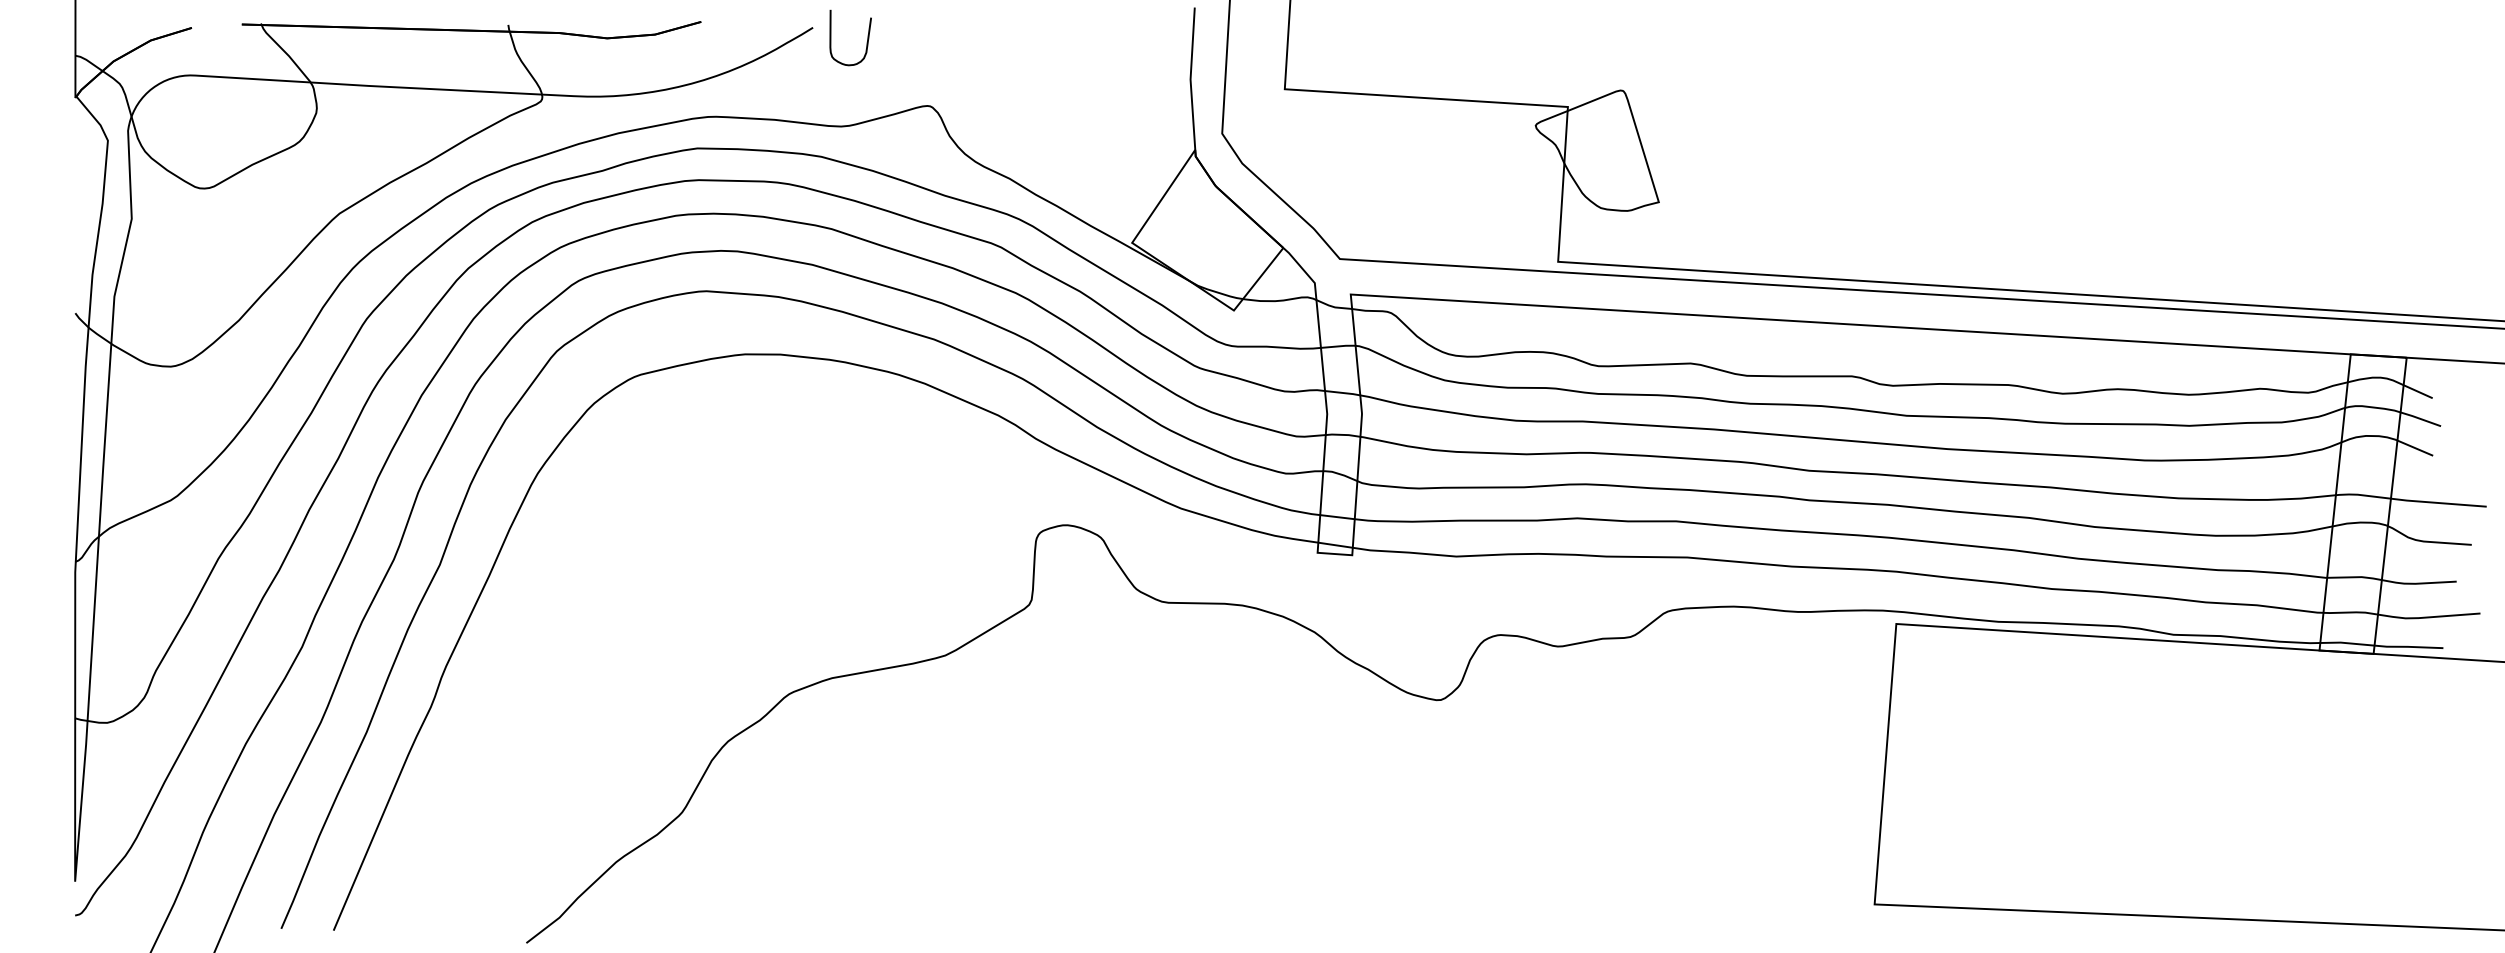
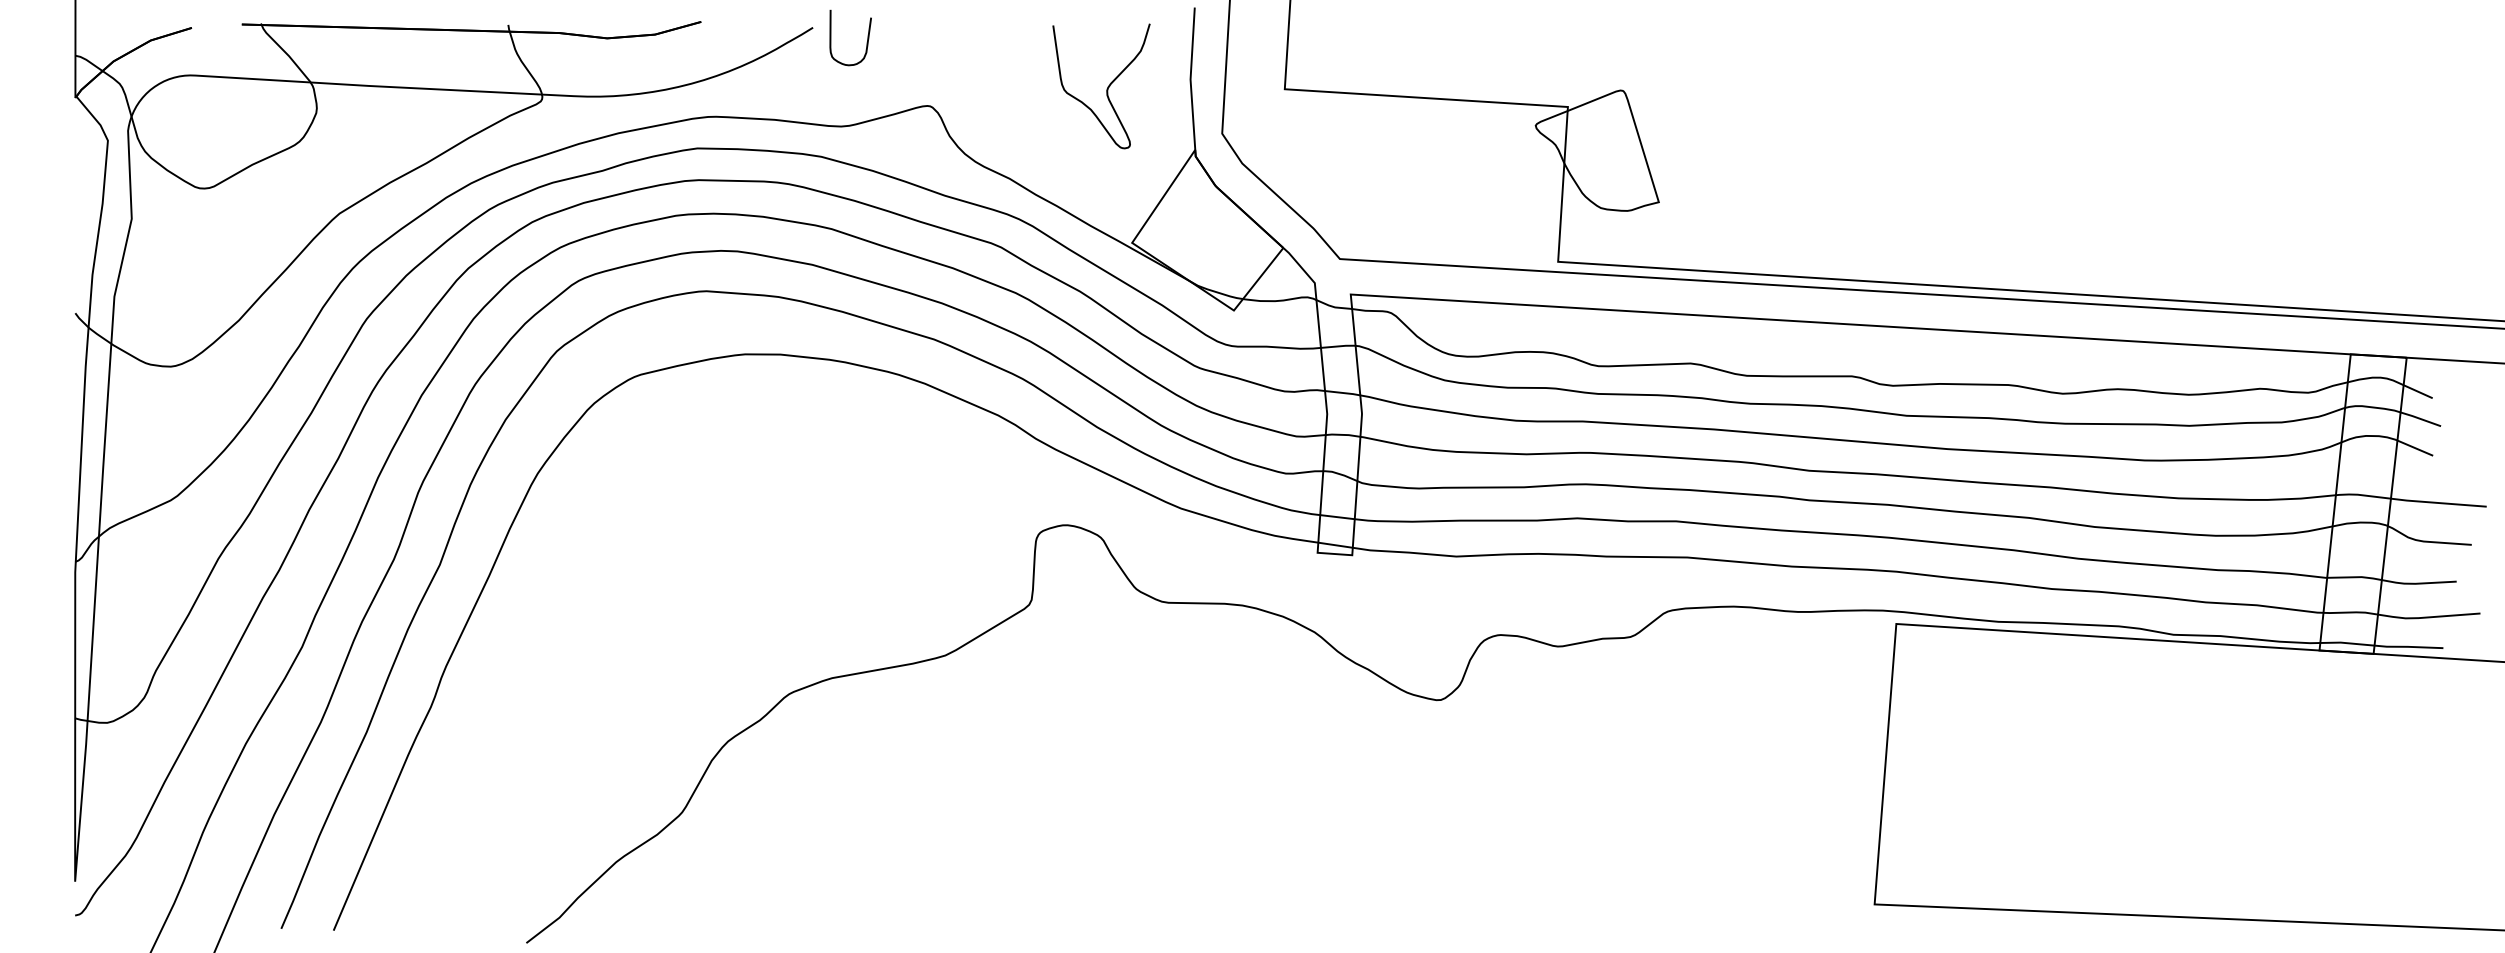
curve at (1106, 89): none -> present
